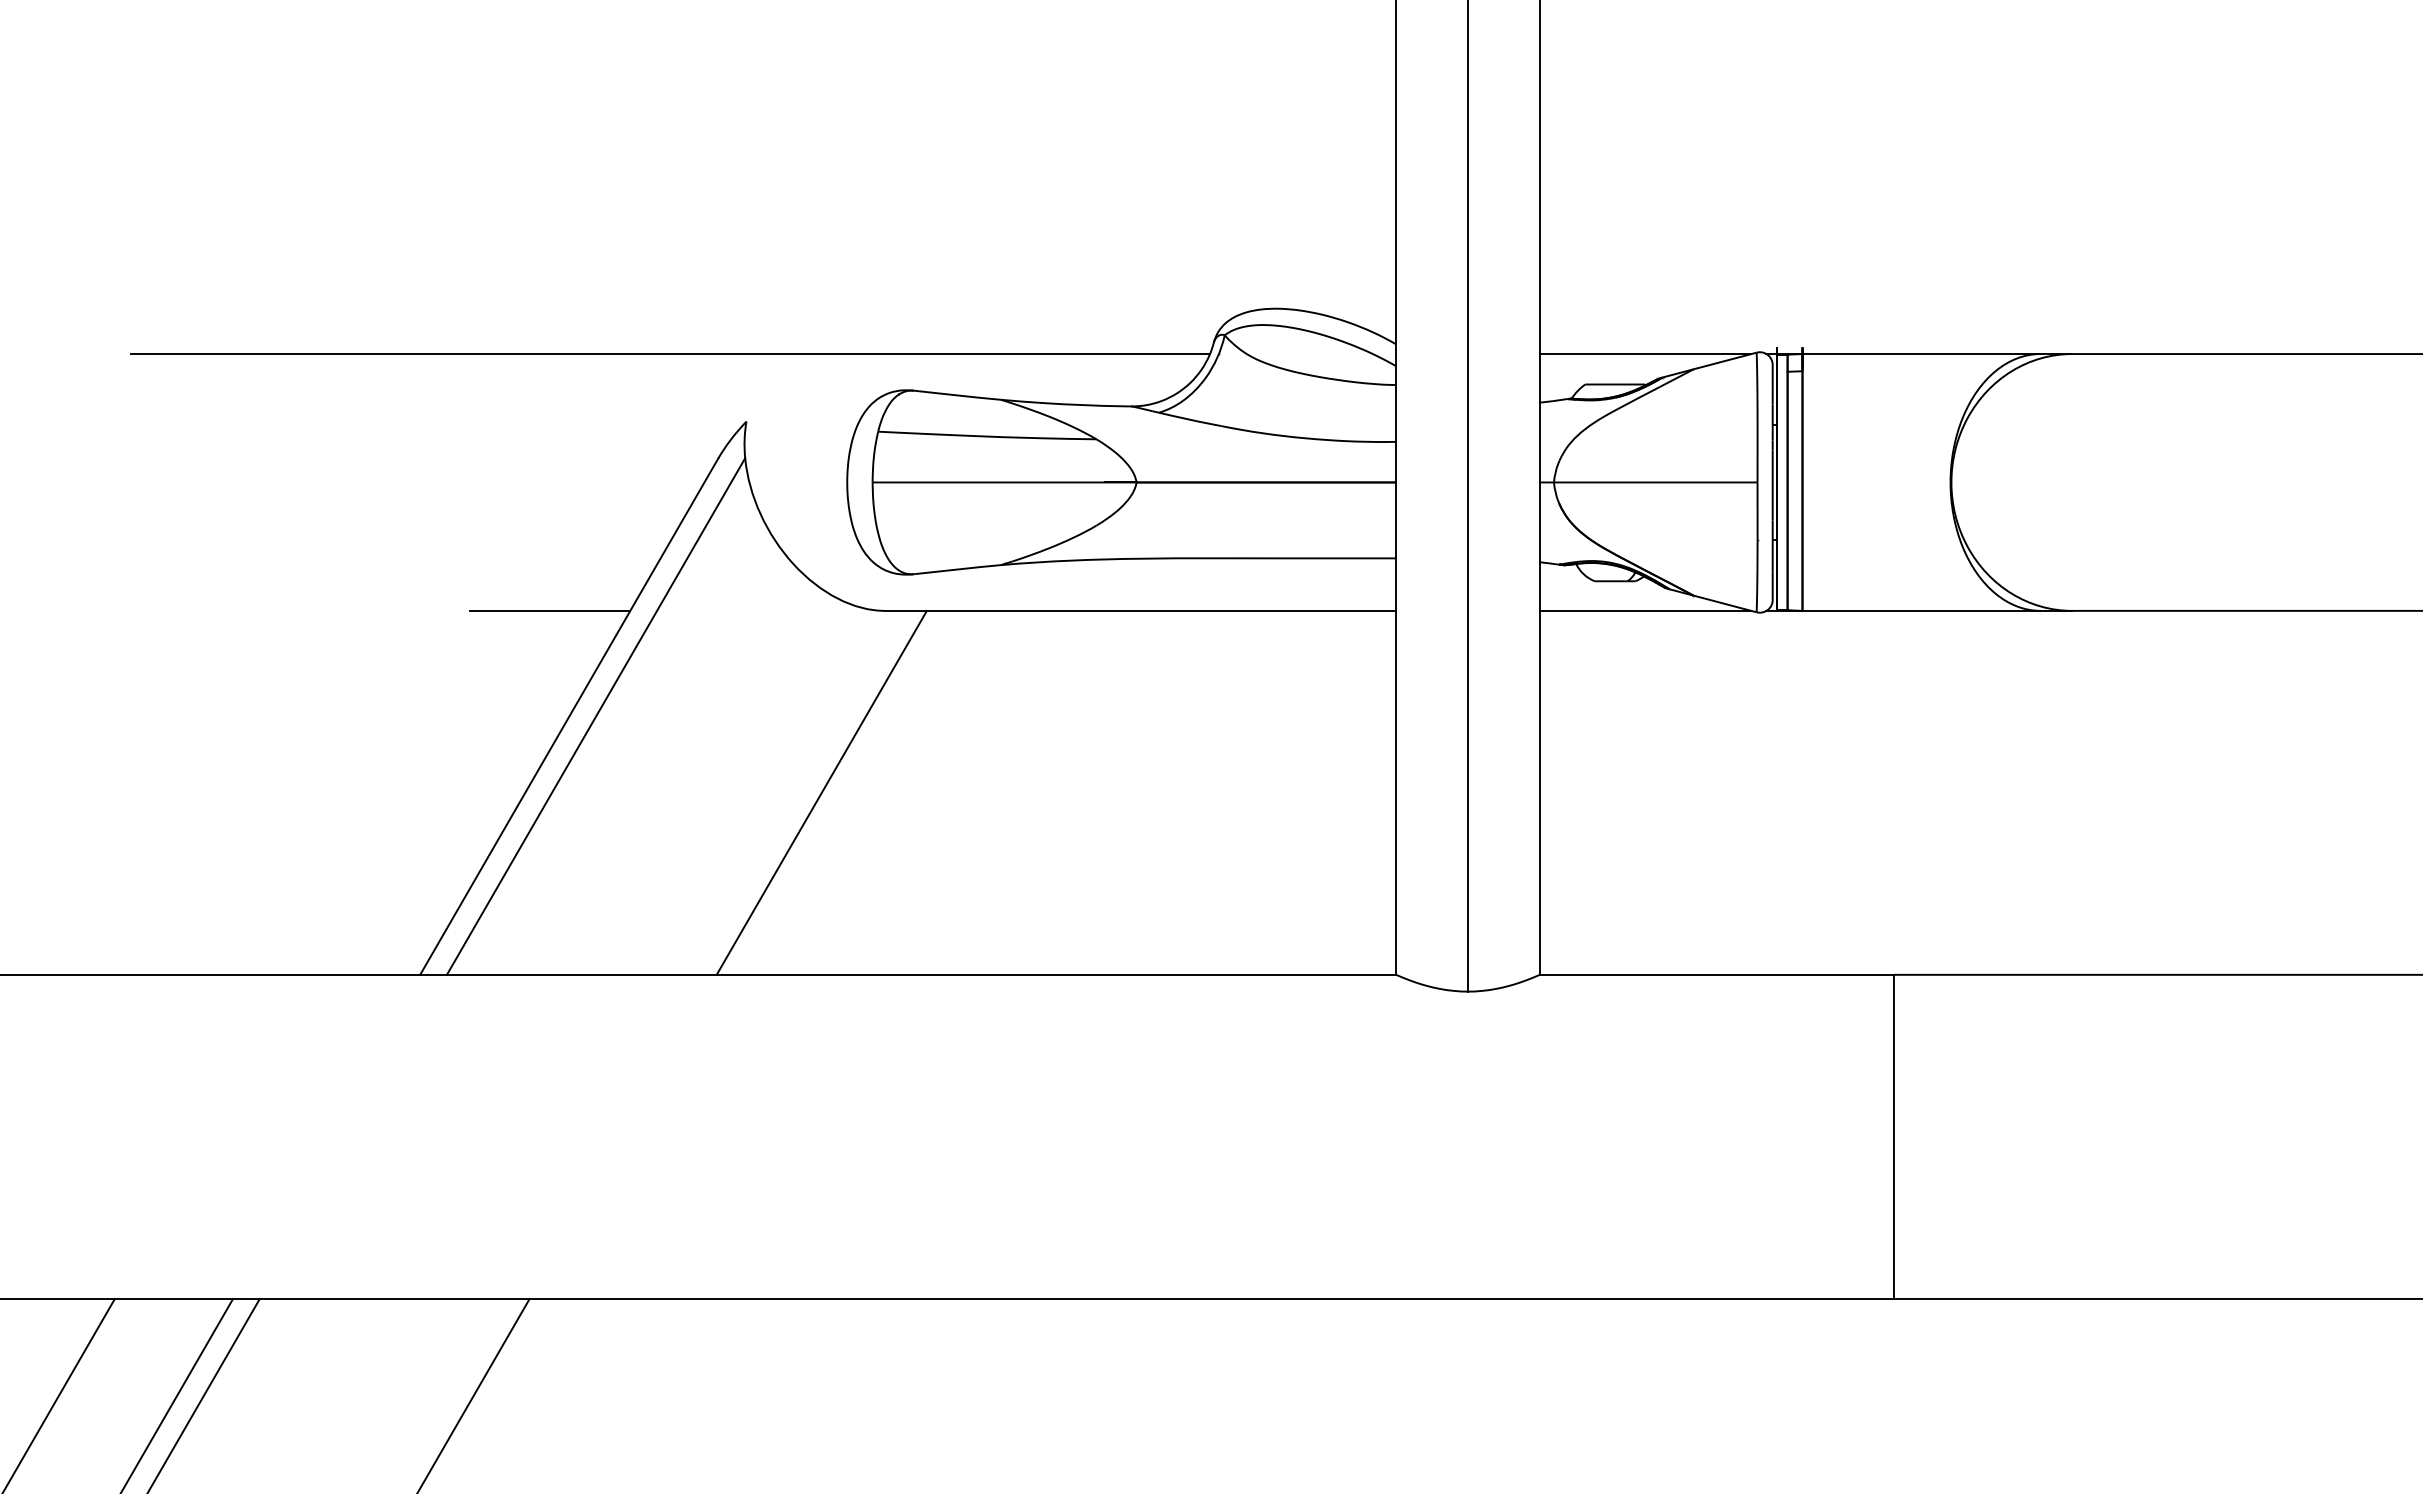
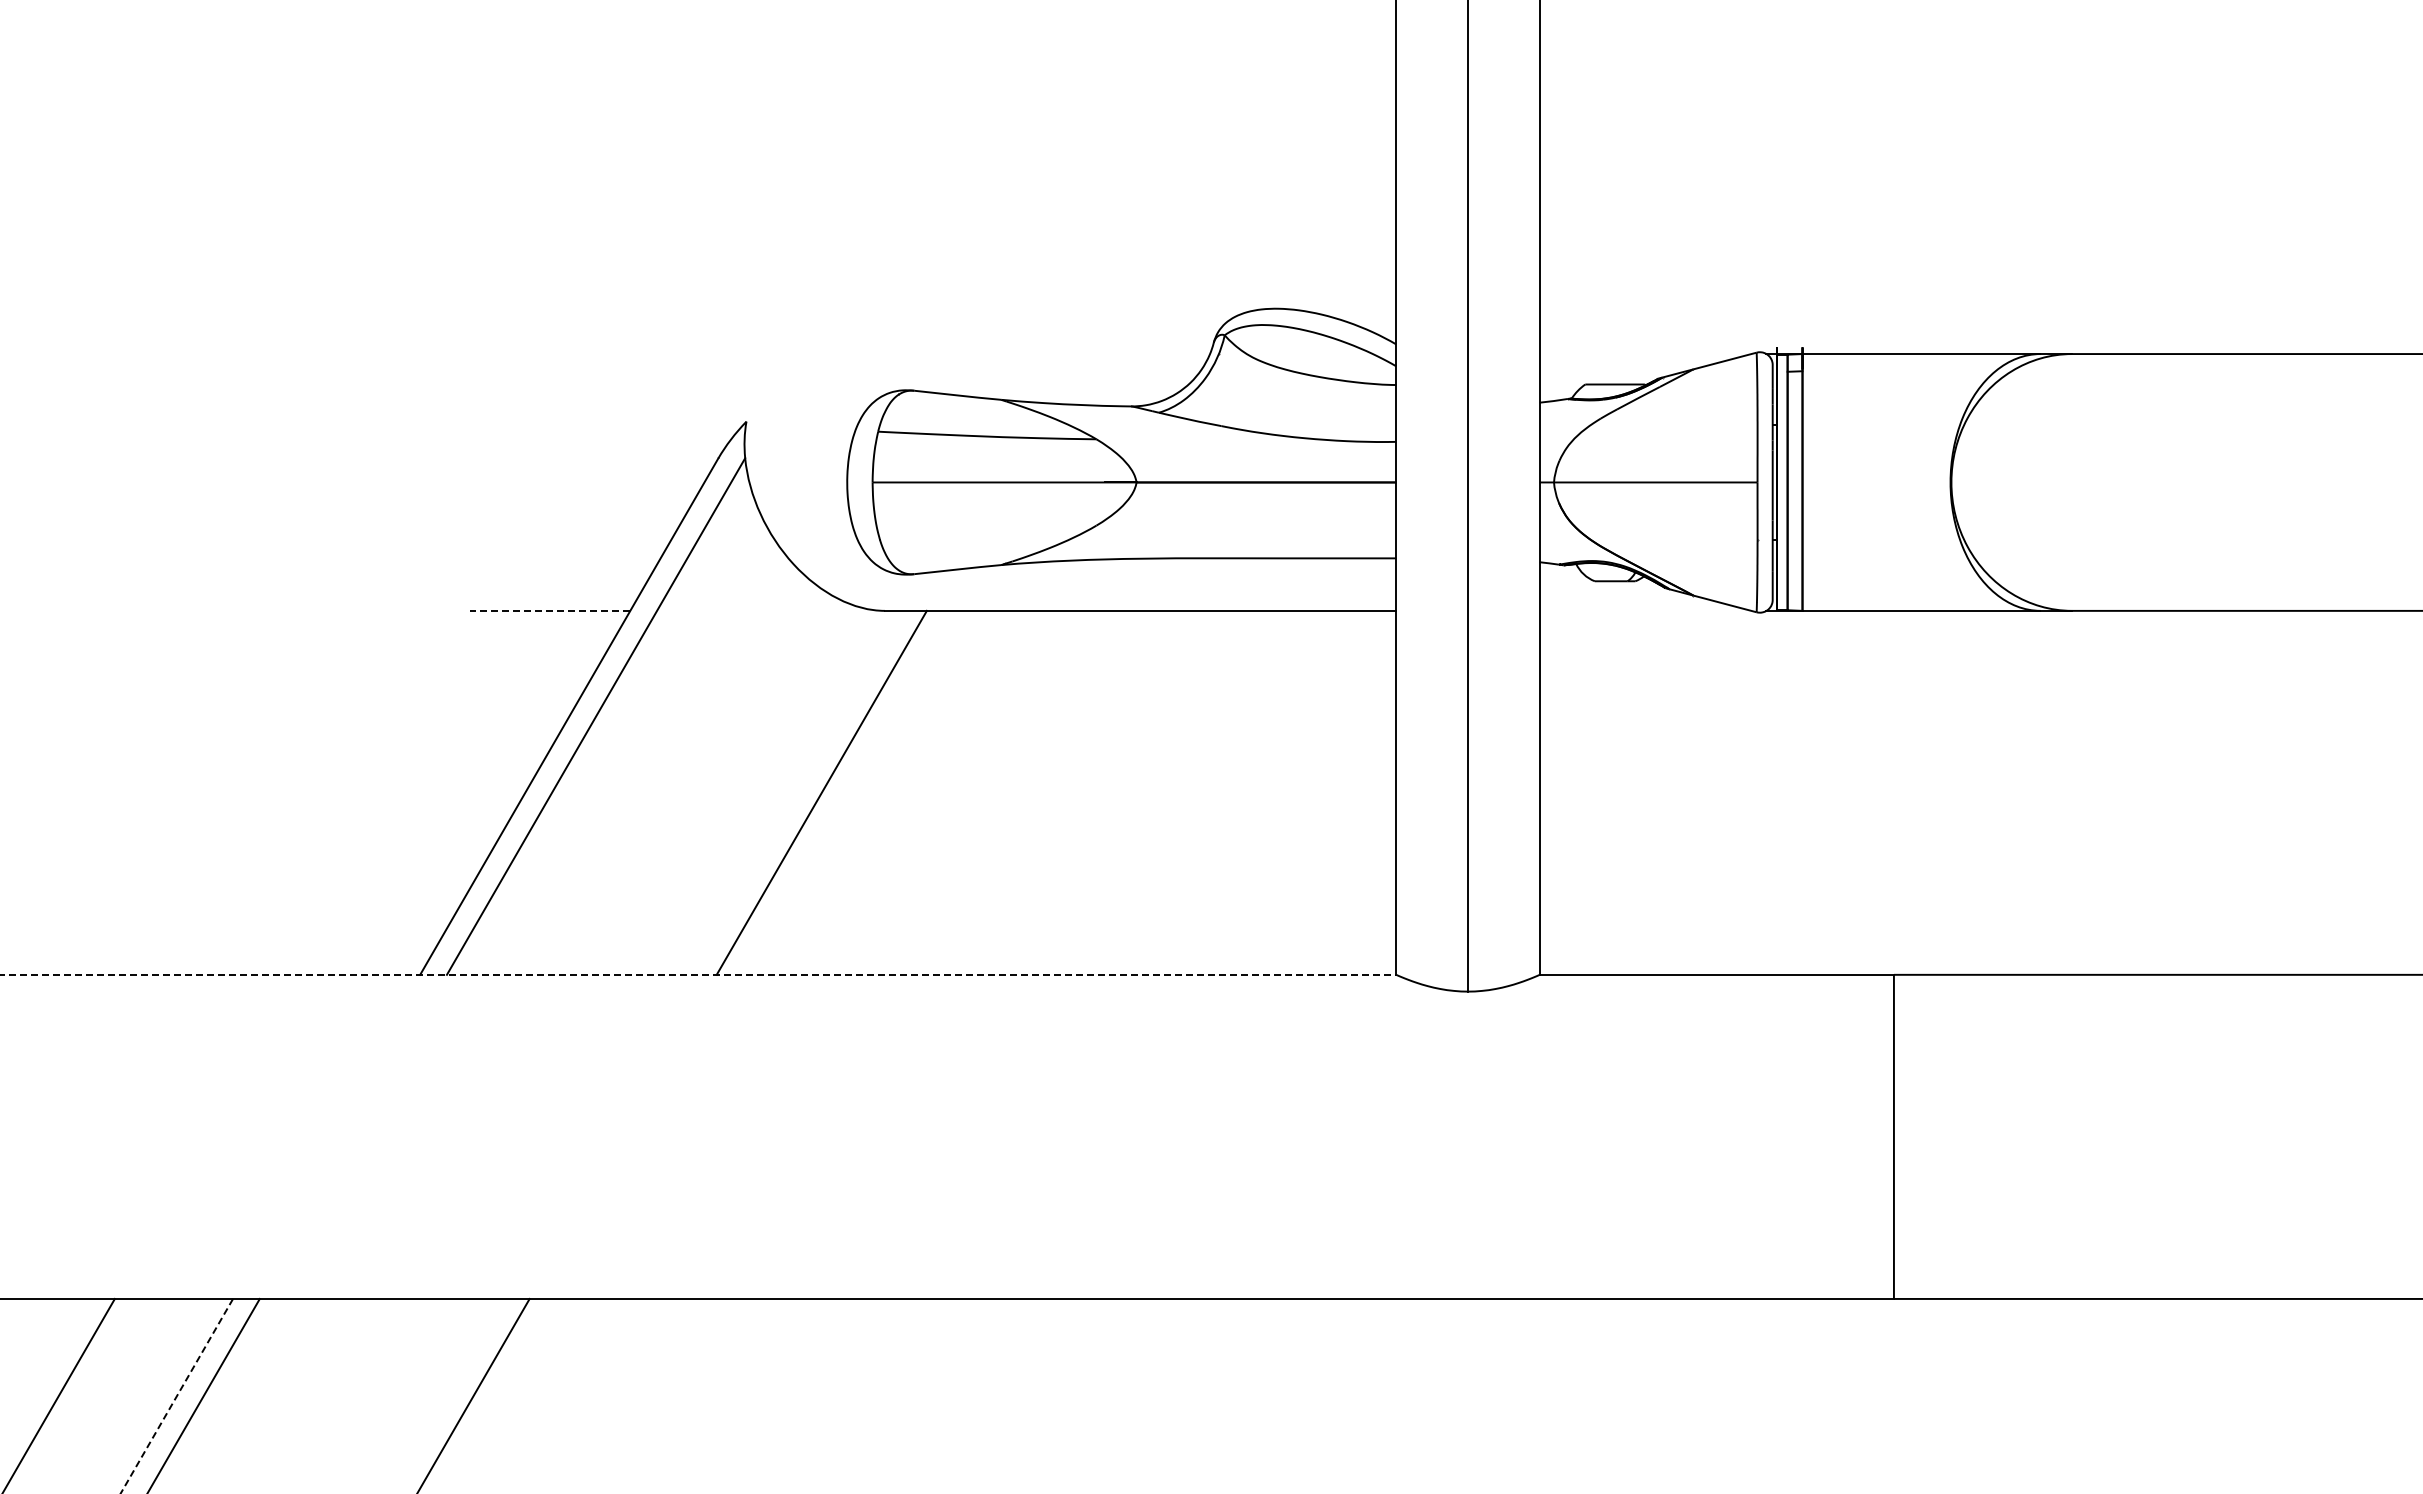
line at (670, 354): present -> none
line at (1645, 354): present -> none
line at (549, 610): solid -> dashed
line at (1645, 610): present -> none
line at (699, 974): solid -> dashed
line at (176, 1396): solid -> dashed
